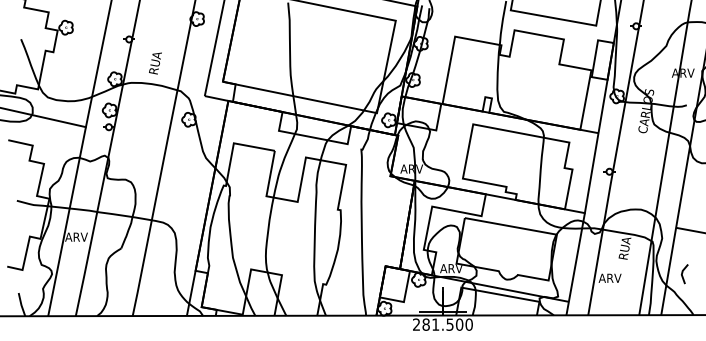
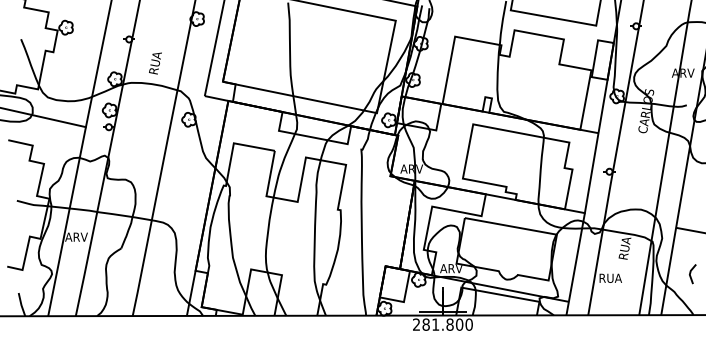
line at (682, 274) position: (682, 274) -> (690, 274)
text at (609, 277): ARV -> RUA
text at (449, 324): 281.500 -> 281.800
